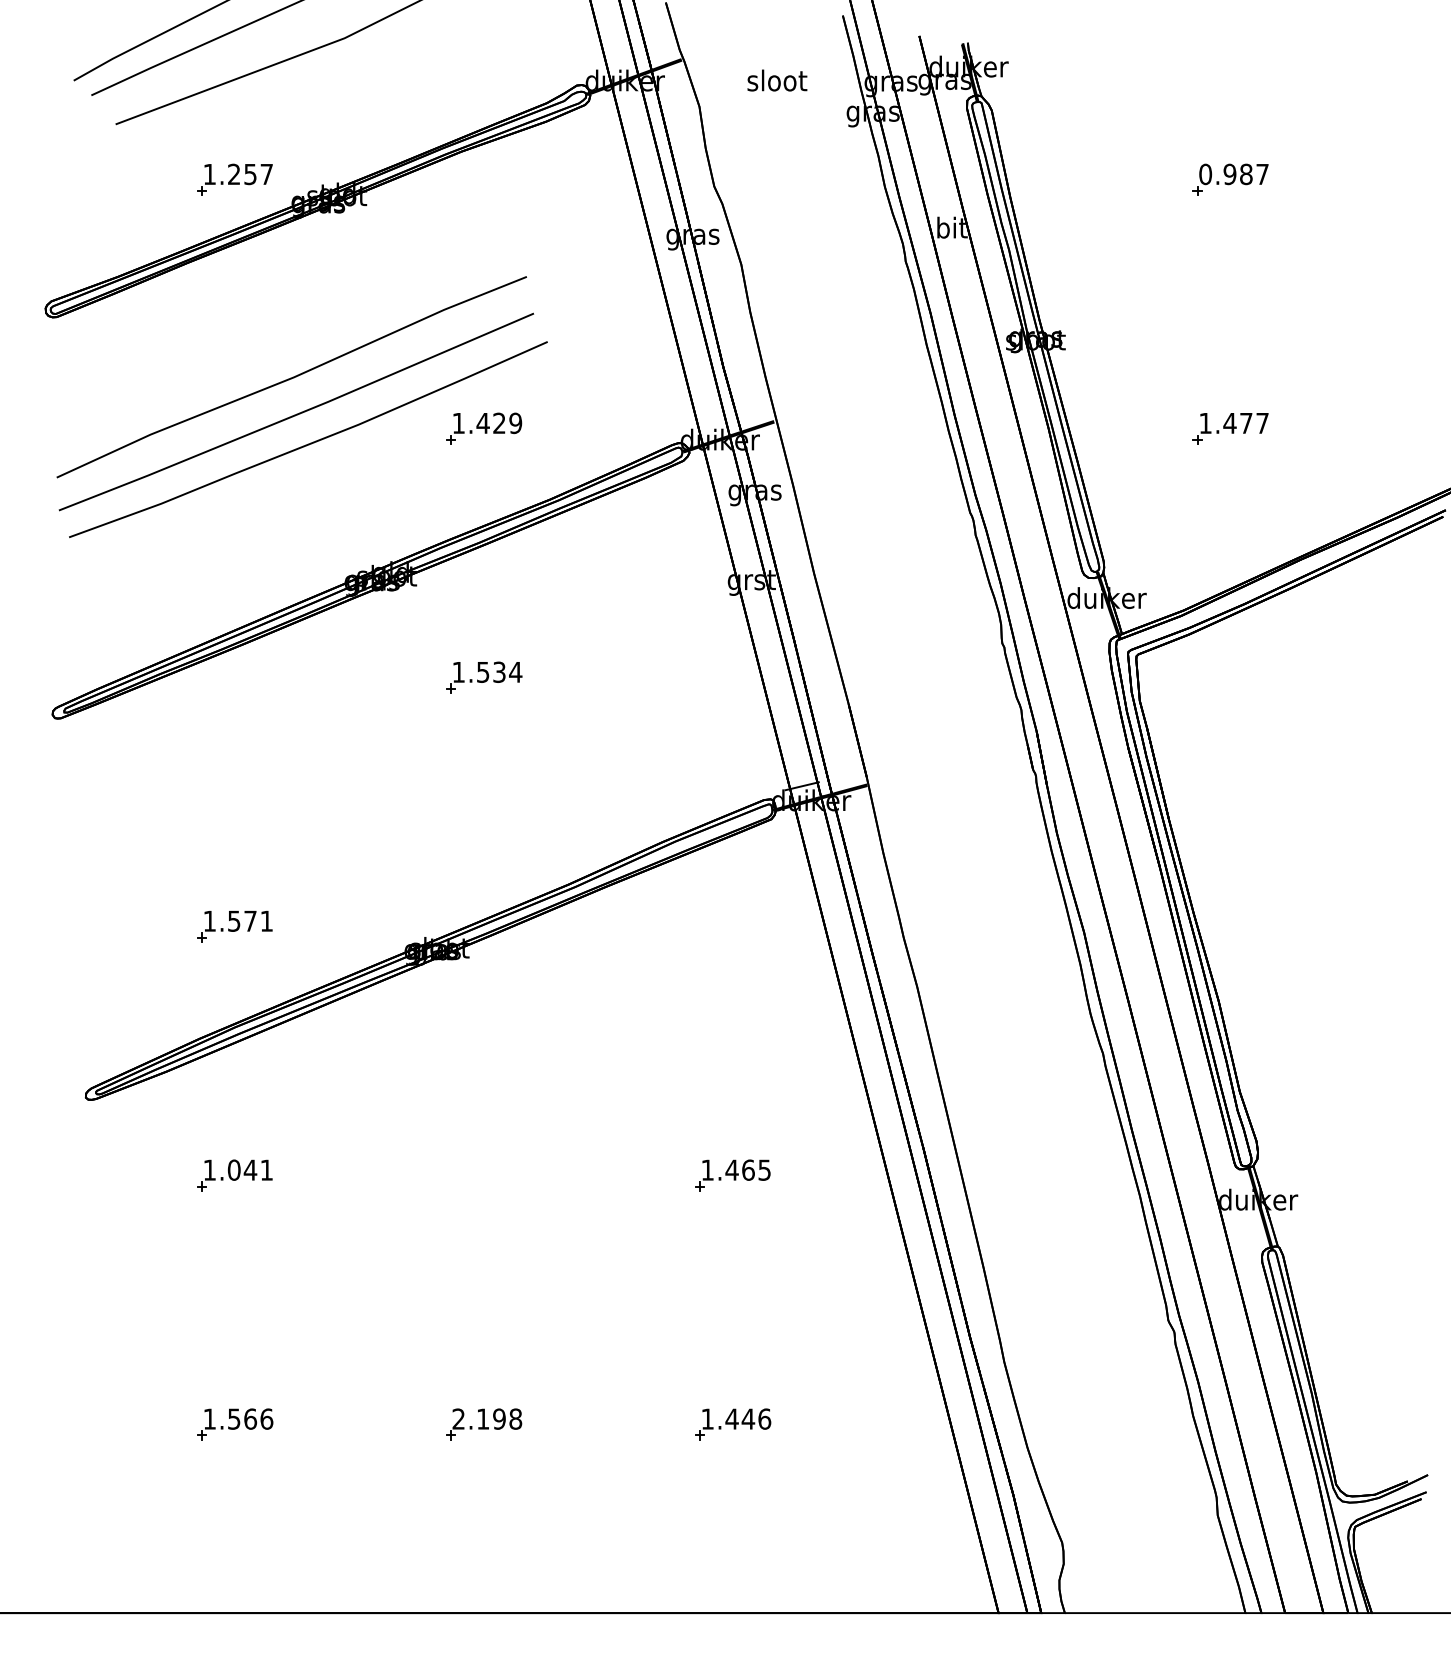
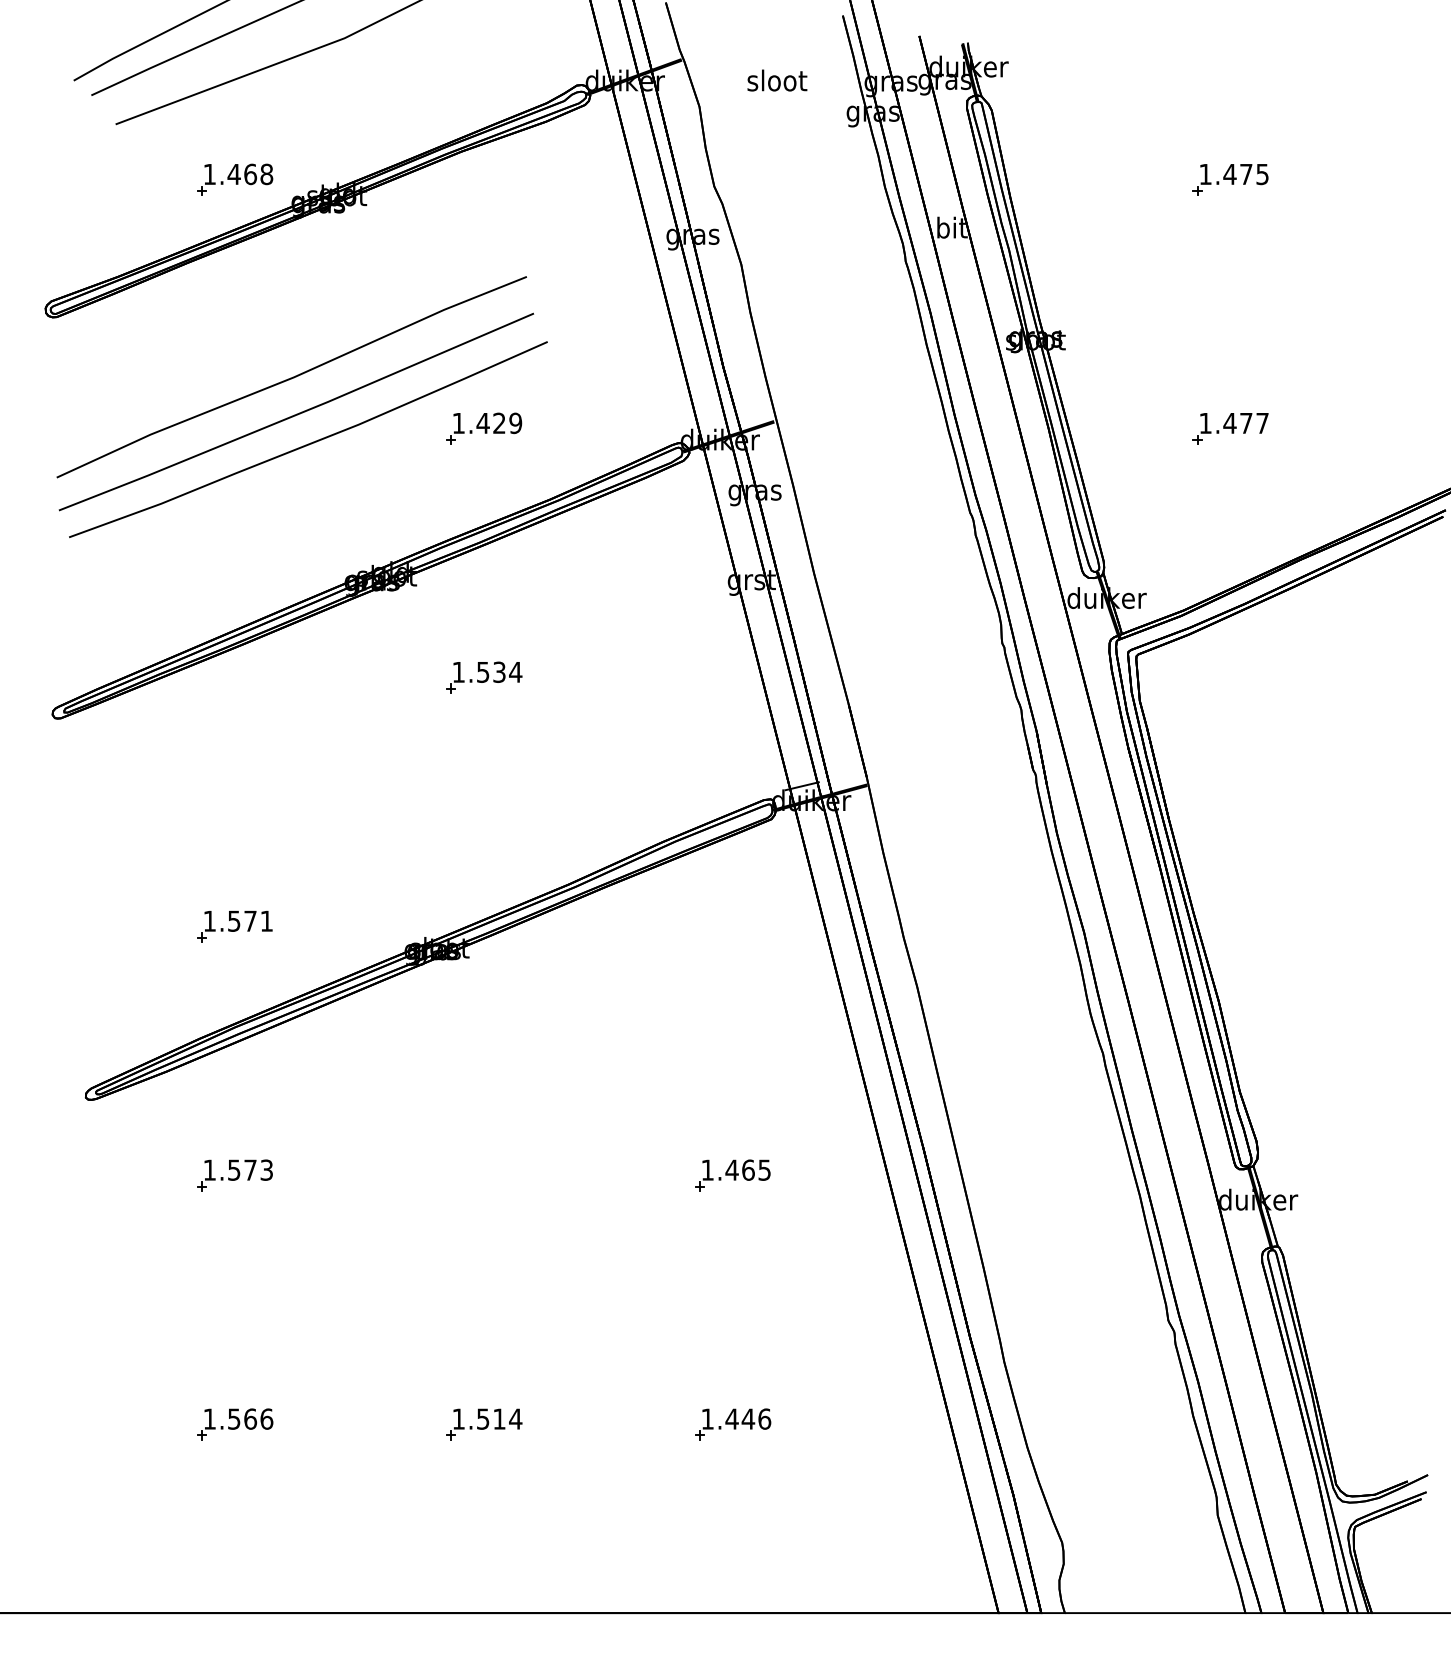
text at (250, 174): 1.257 -> 1.468
text at (1233, 174): 0.987 -> 1.475
text at (249, 1169): 1.041 -> 1.573
text at (487, 1418): 2.198 -> 1.514
